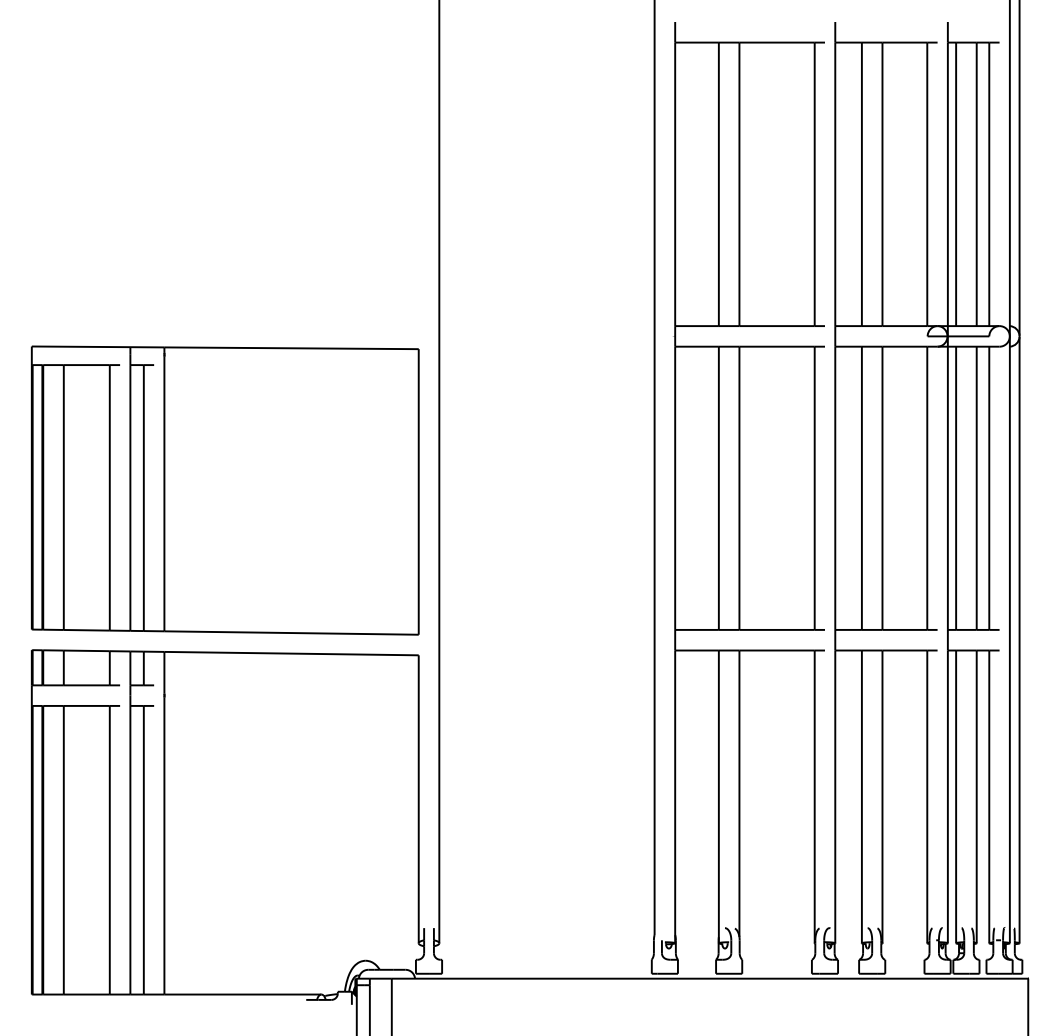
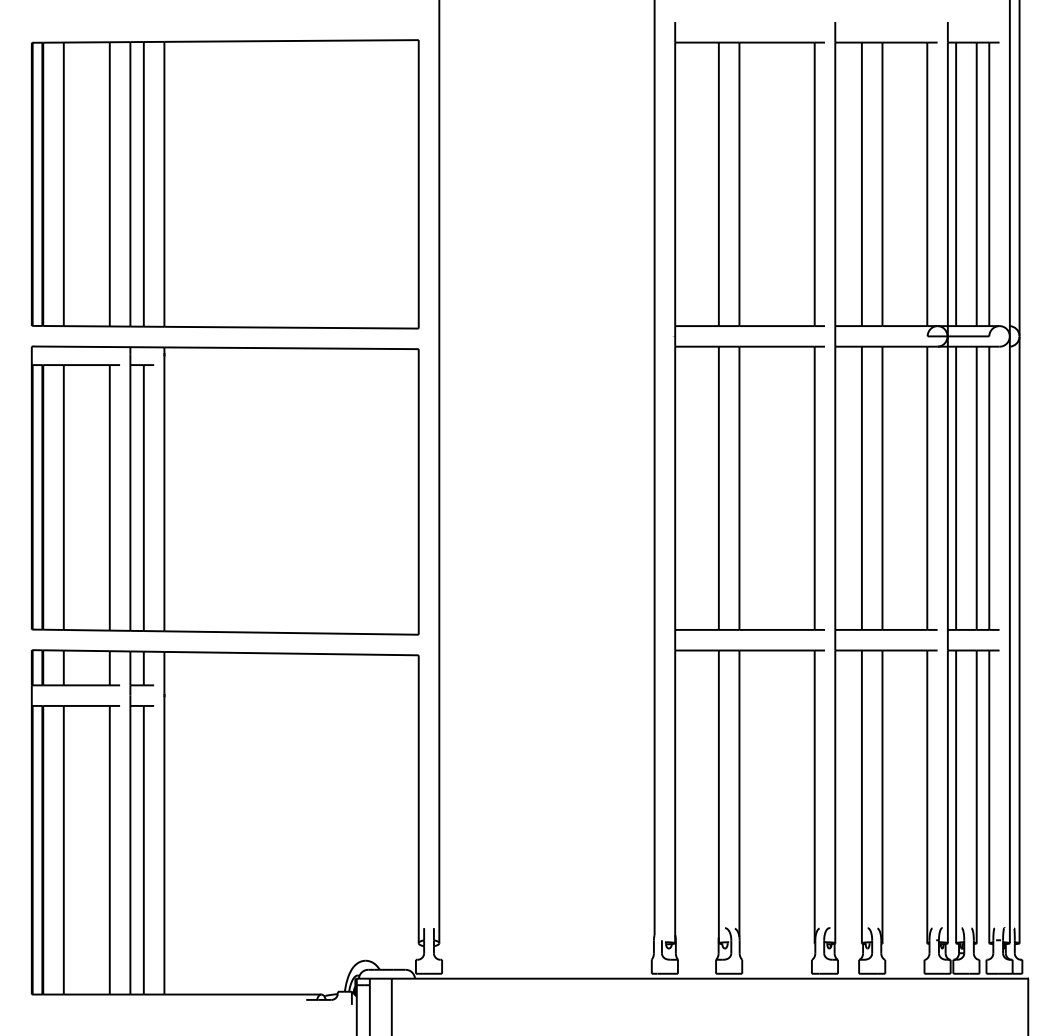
part at (224, 184): none -> present
